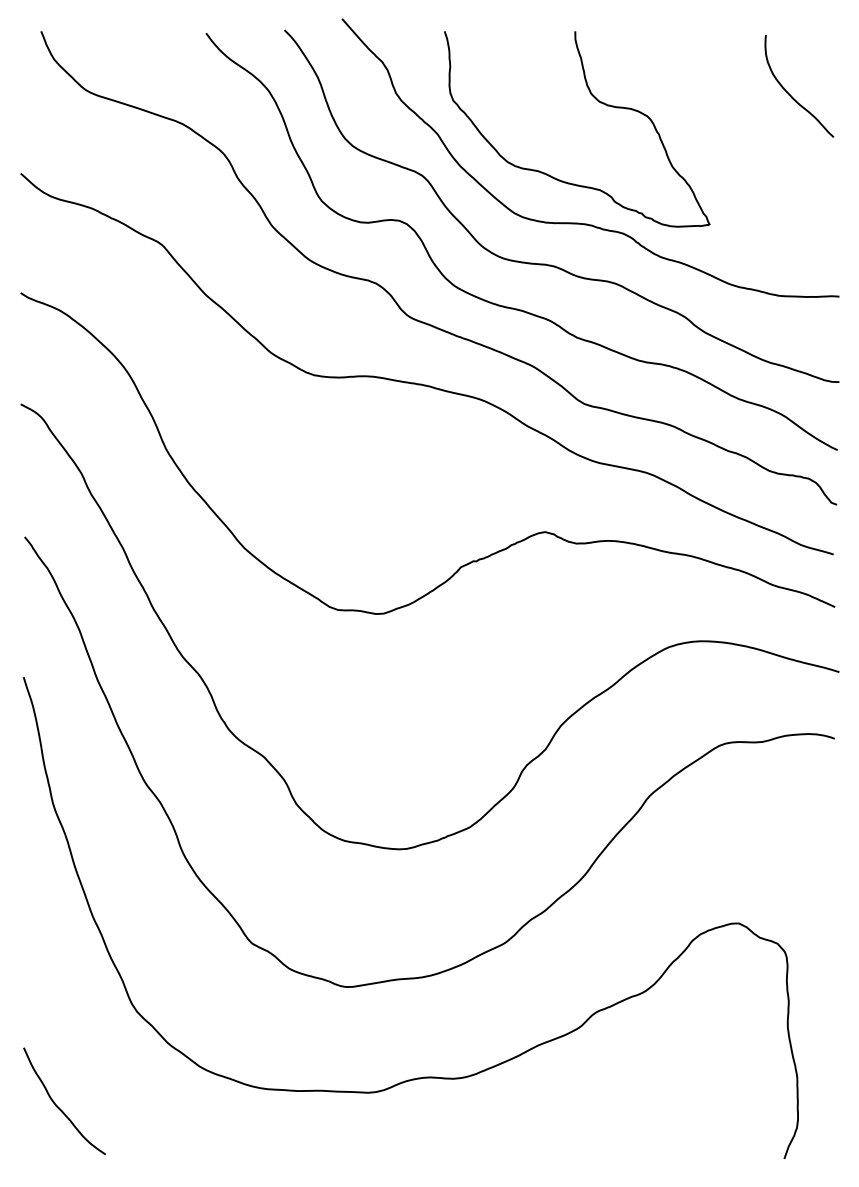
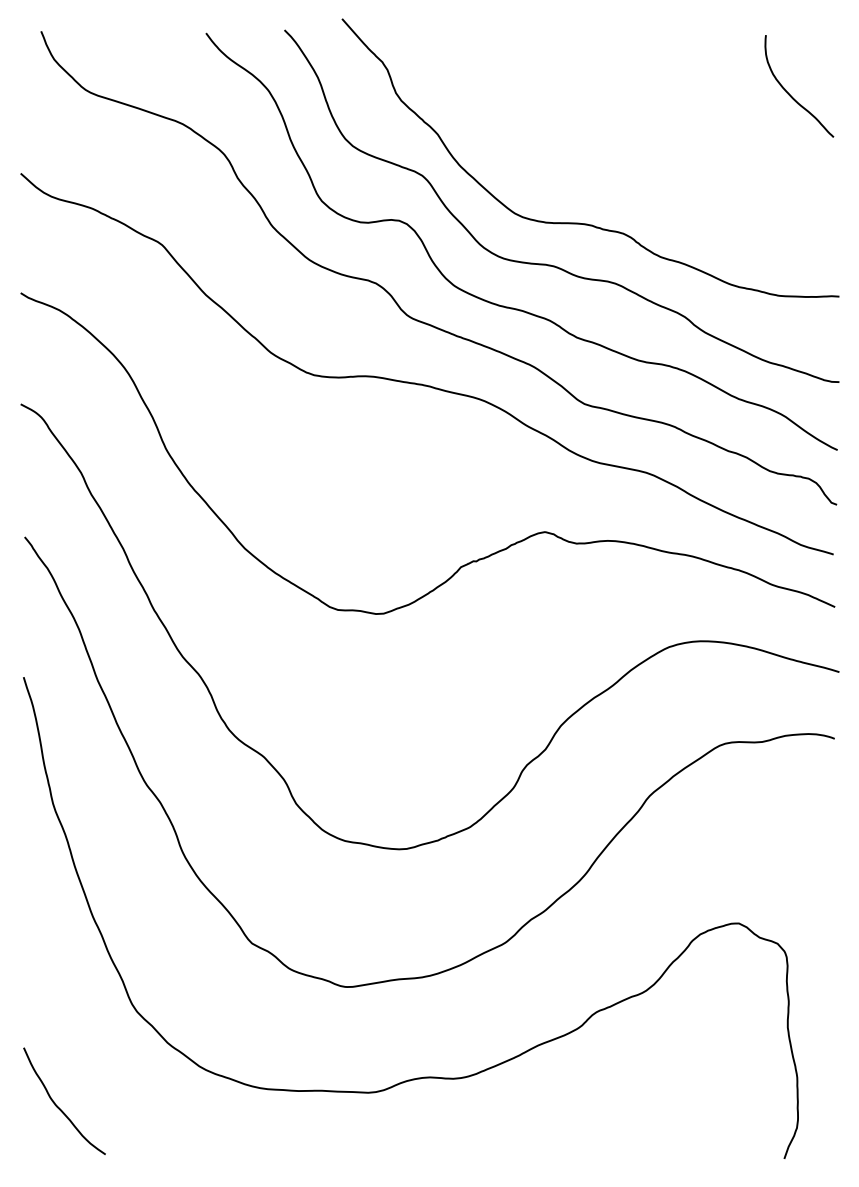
curve at (597, 101): present -> none
